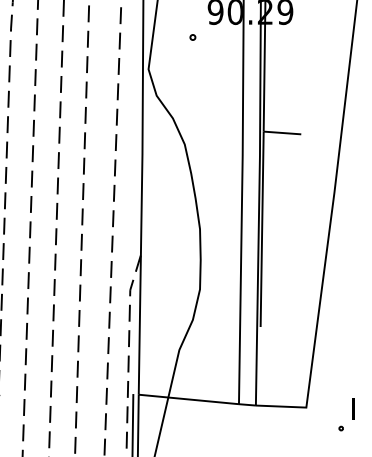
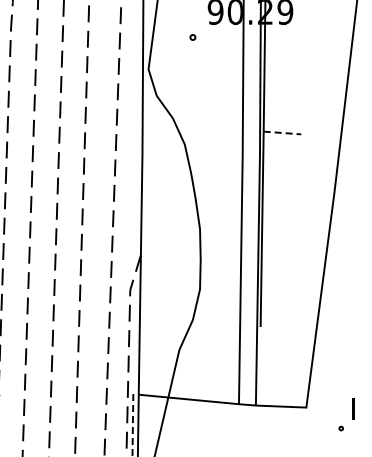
line at (282, 132): solid -> dashed
line at (132, 425): solid -> dashed
